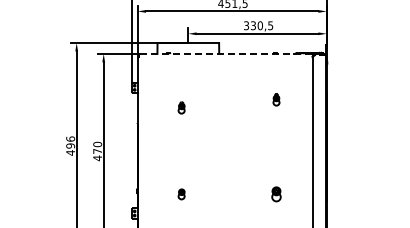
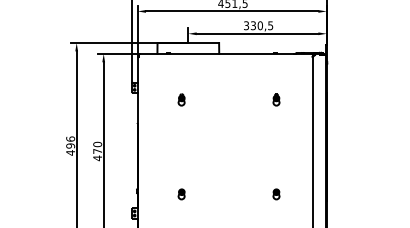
line at (225, 53): dashed -> solid
part at (181, 107) position: (181, 107) -> (181, 99)
part at (276, 194) size: 11x17 px -> 9x13 px
